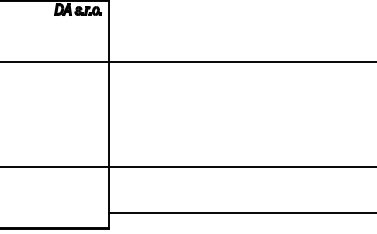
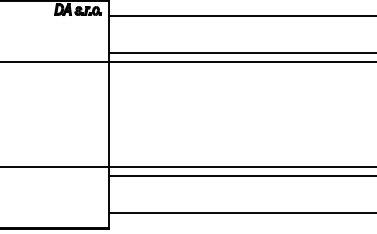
line at (240, 16): none -> present
line at (240, 52): none -> present
line at (240, 176): none -> present
